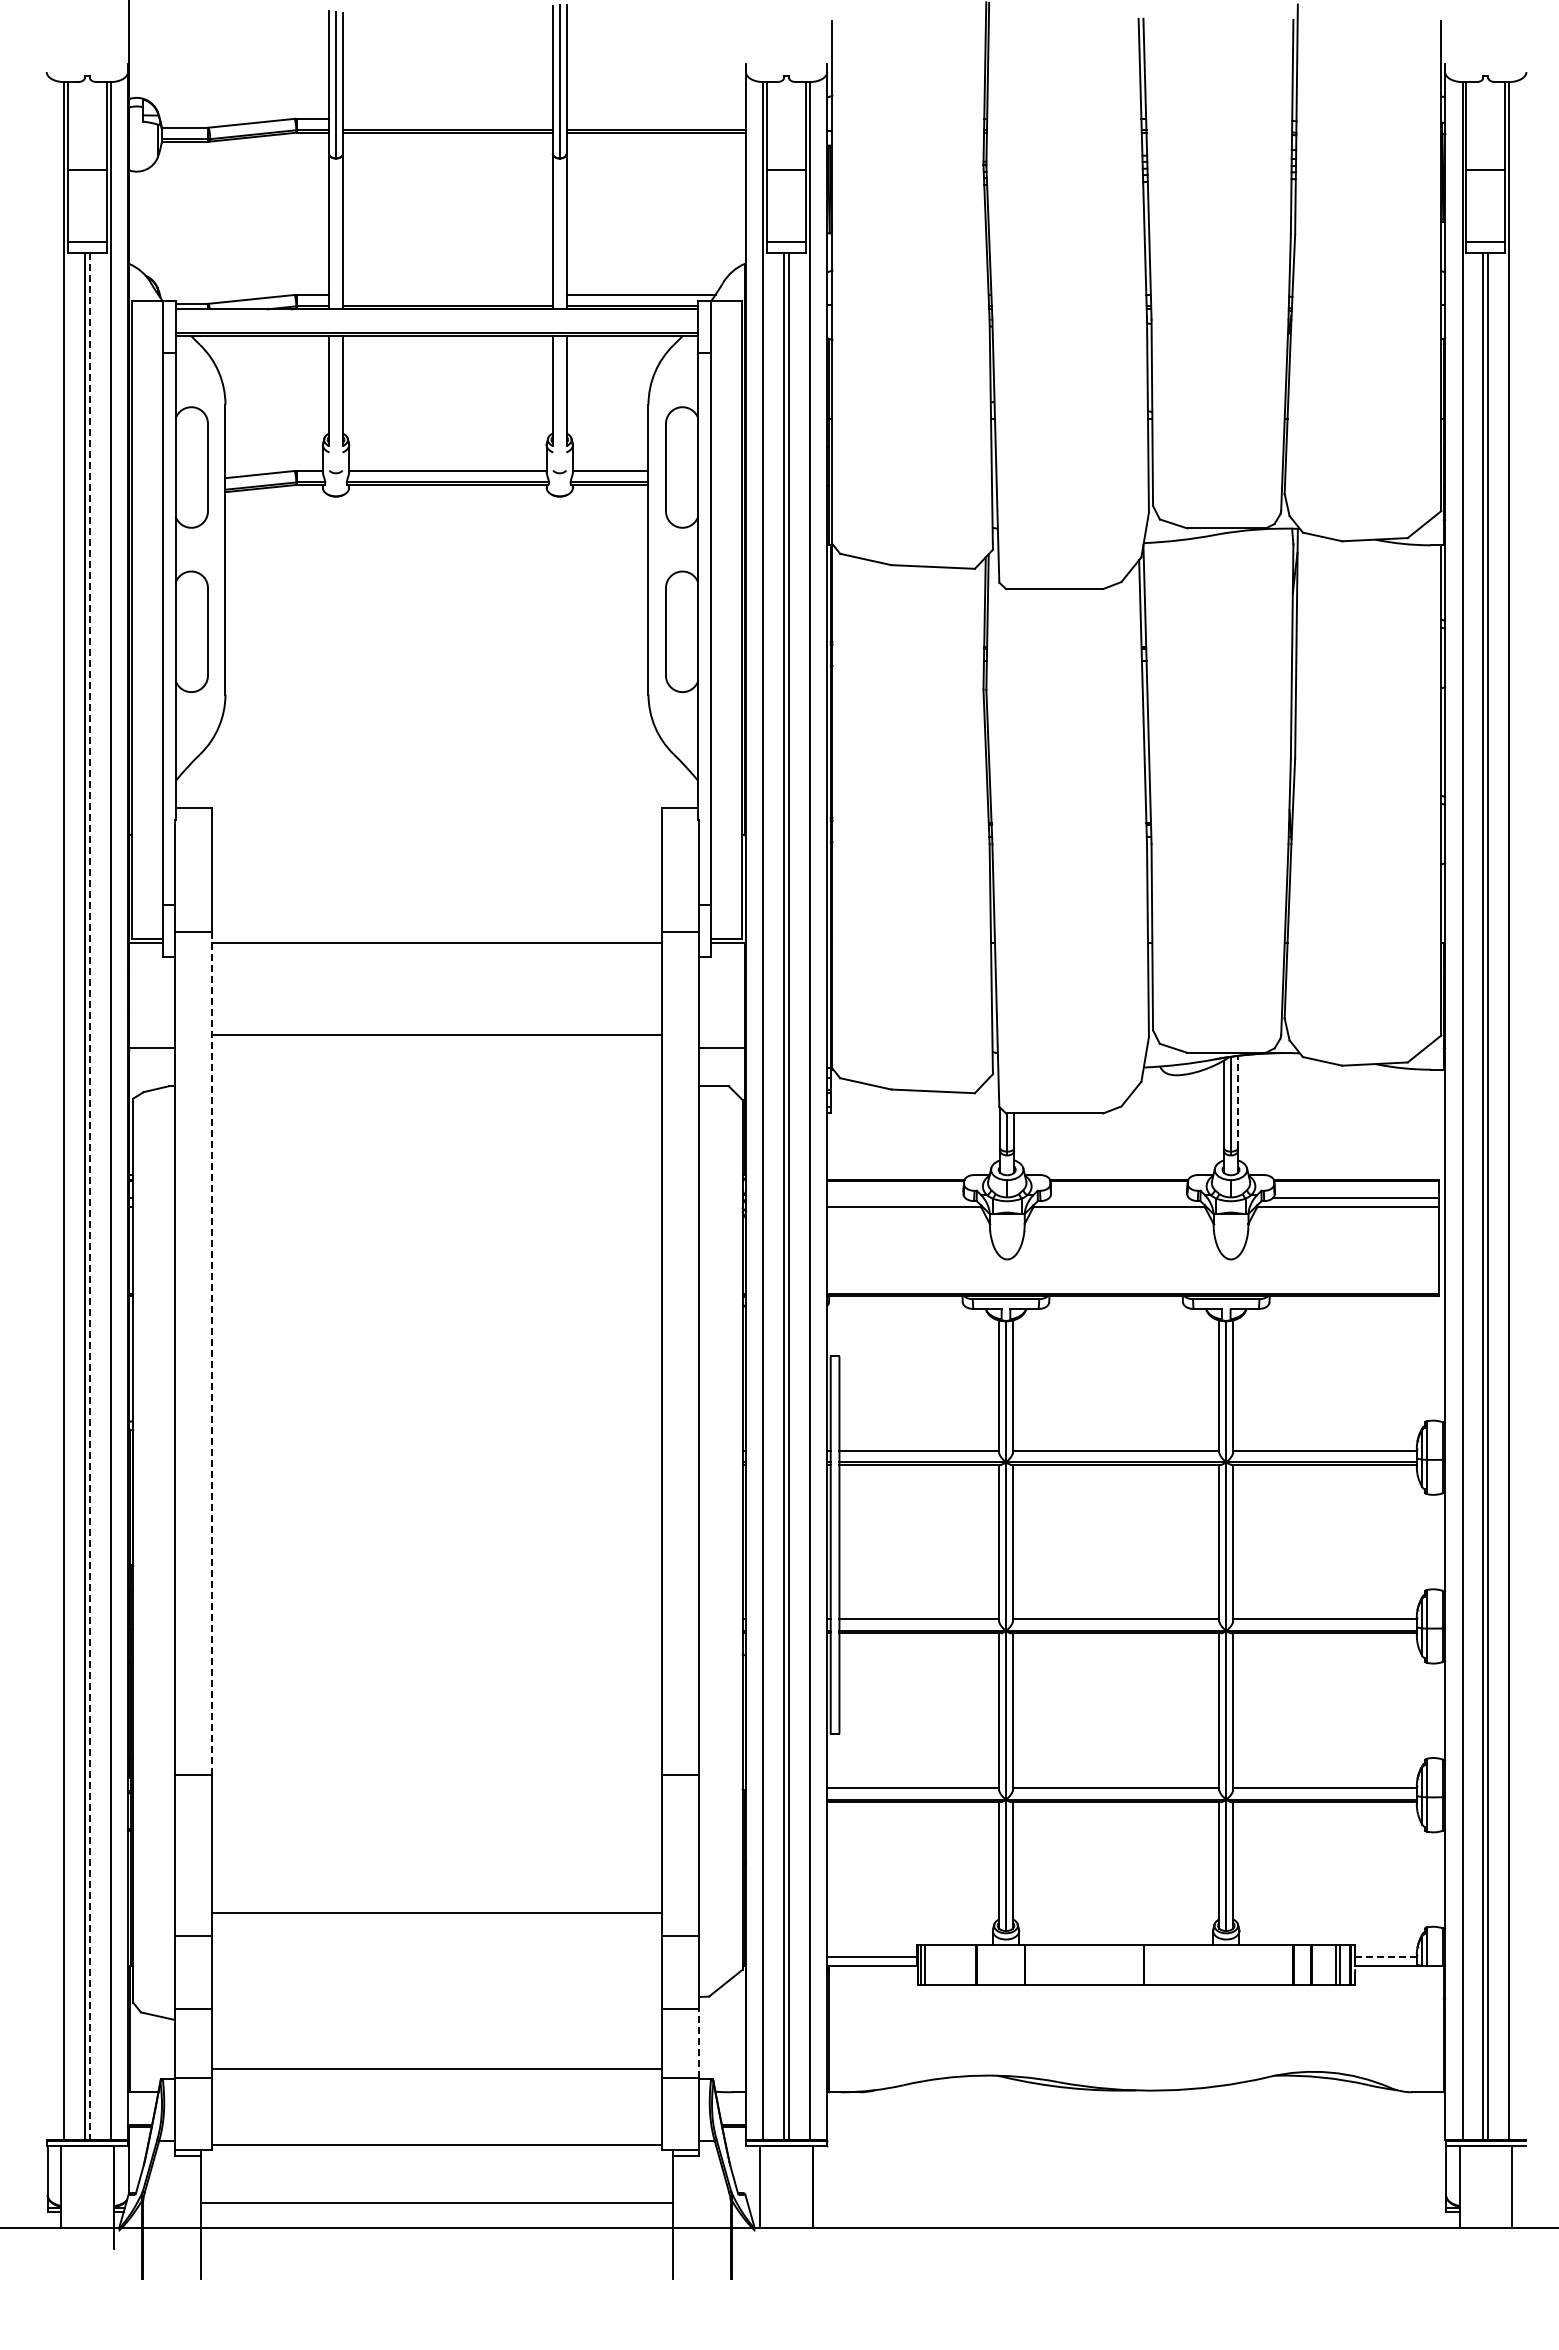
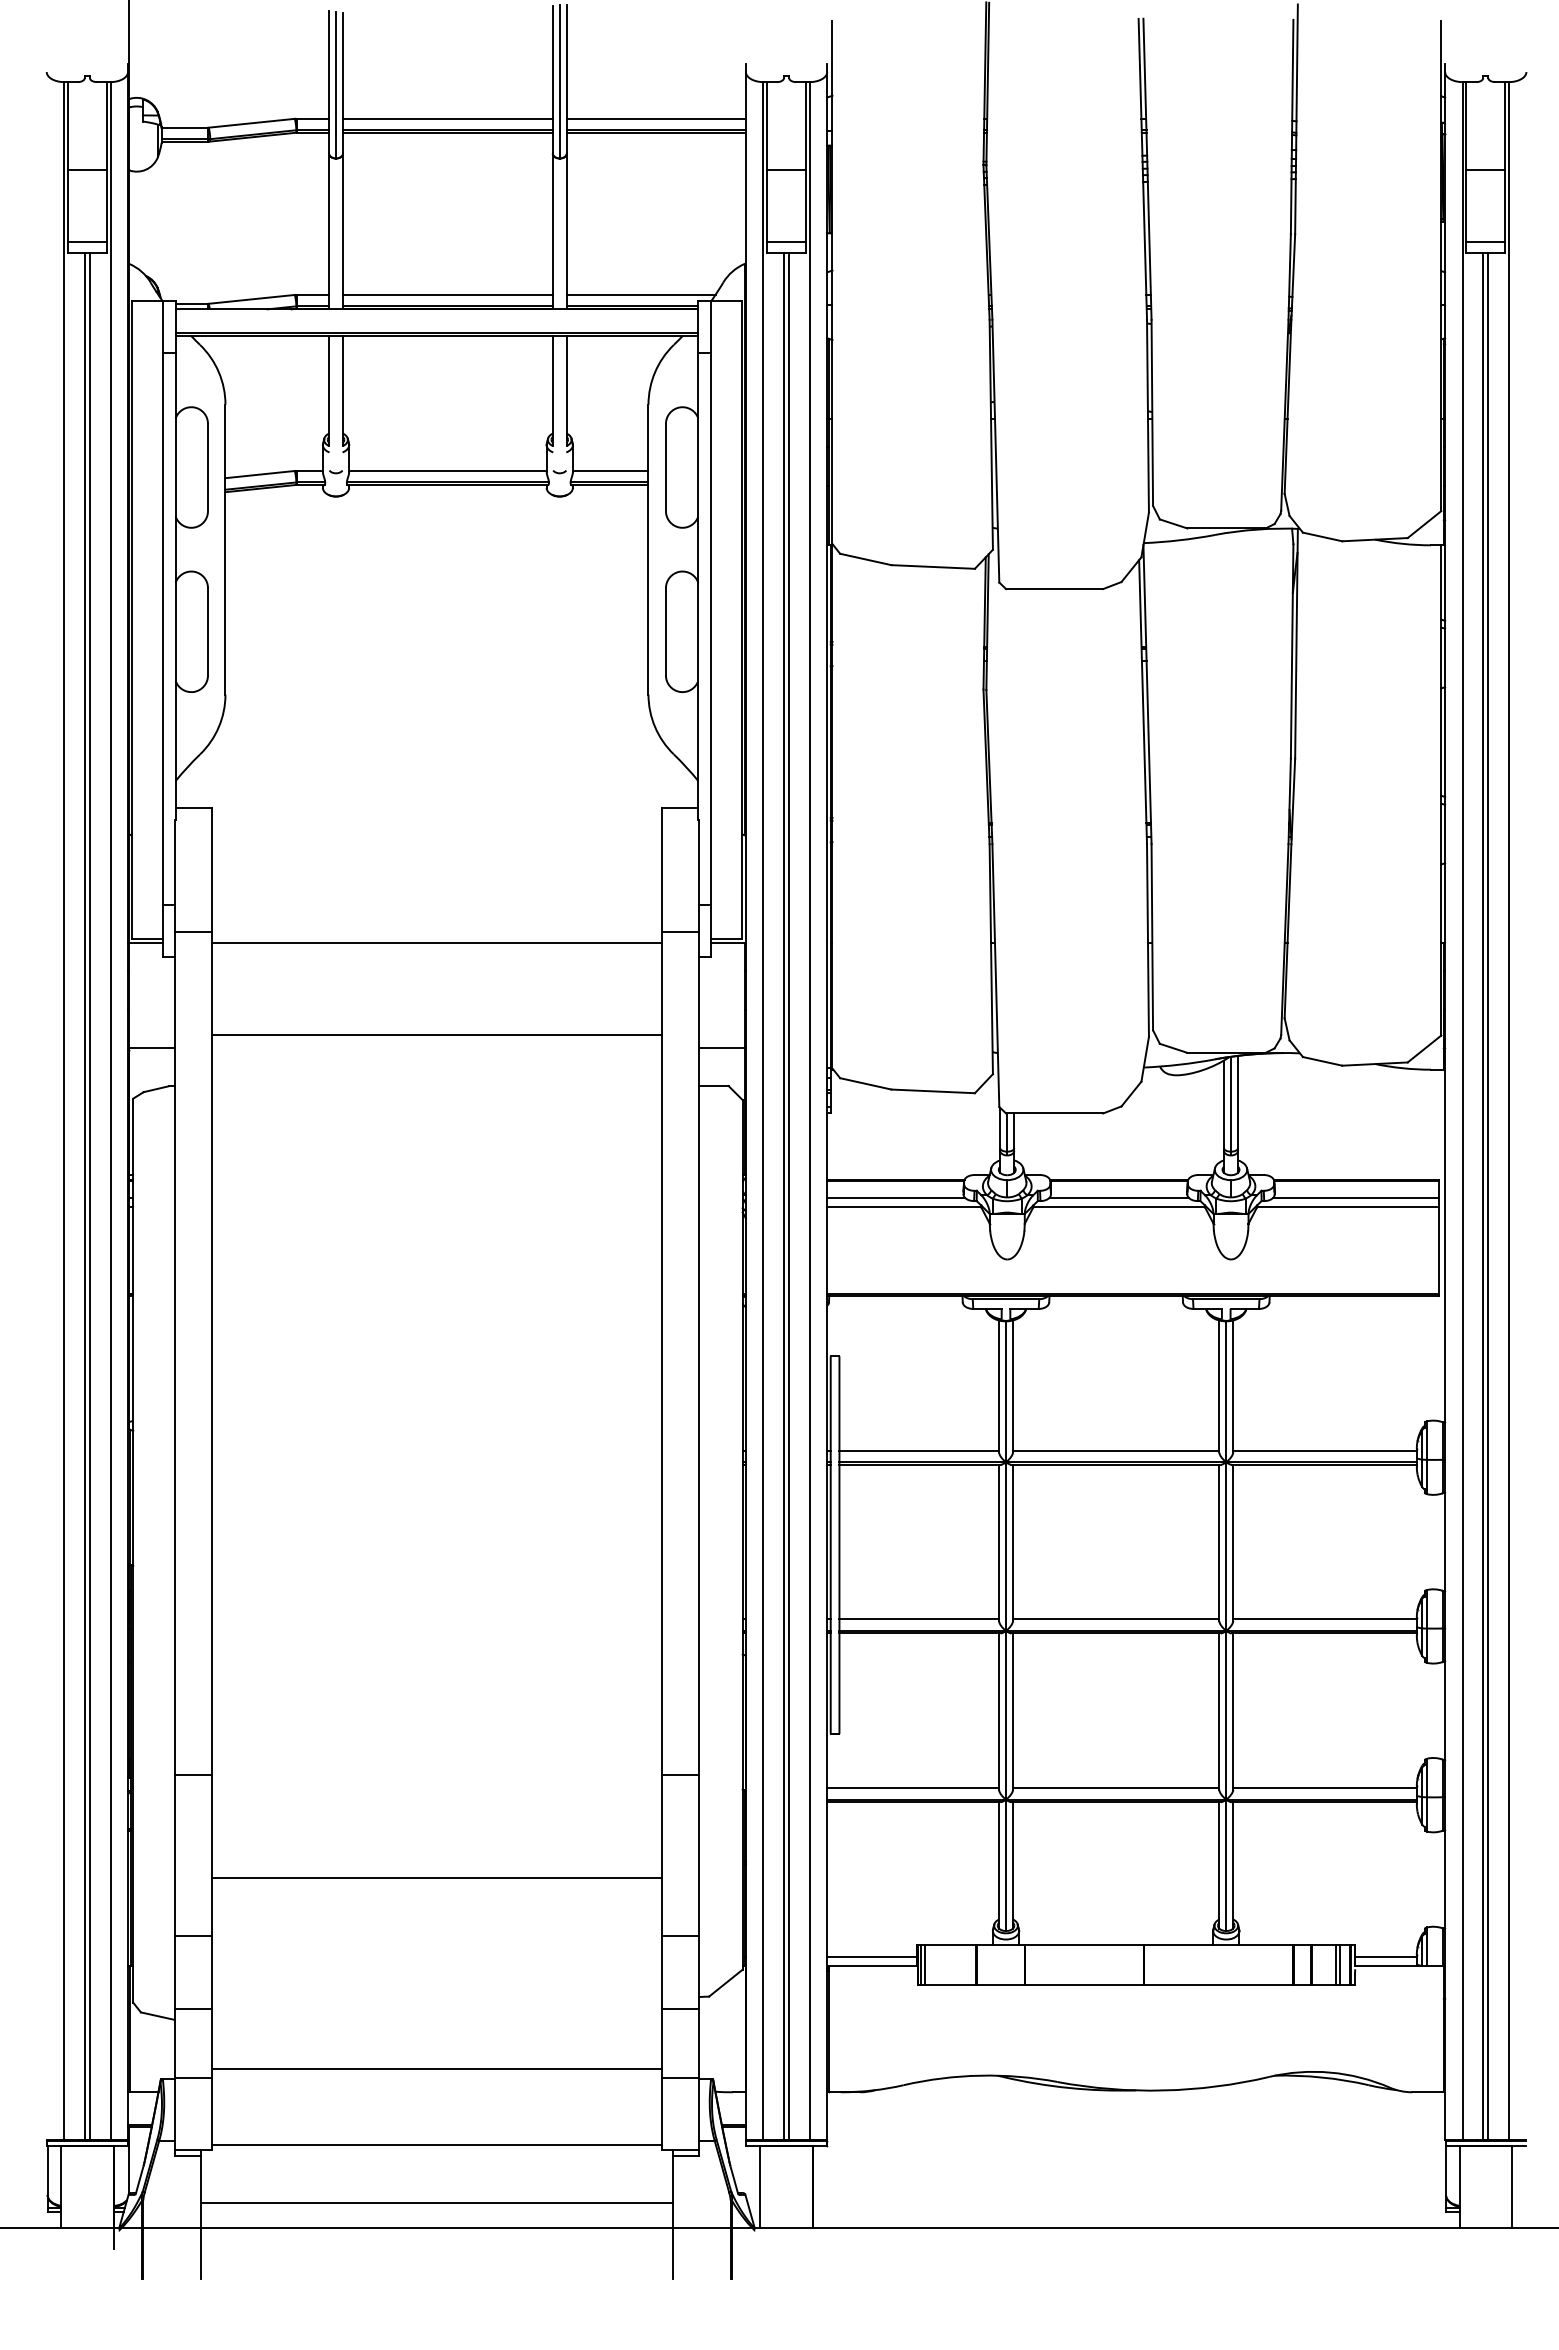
line at (447, 118): none -> present
line at (655, 118): none -> present
line at (447, 294): none -> present
line at (1238, 1101): dashed -> solid
line at (90, 1196): dashed -> solid
line at (895, 1197): none -> present
line at (1118, 1197): none -> present
line at (212, 1352): dashed -> solid
line at (436, 1912) position: (436, 1912) -> (436, 1877)
line at (1386, 1956): dashed -> solid
line at (699, 2042): dashed -> solid
